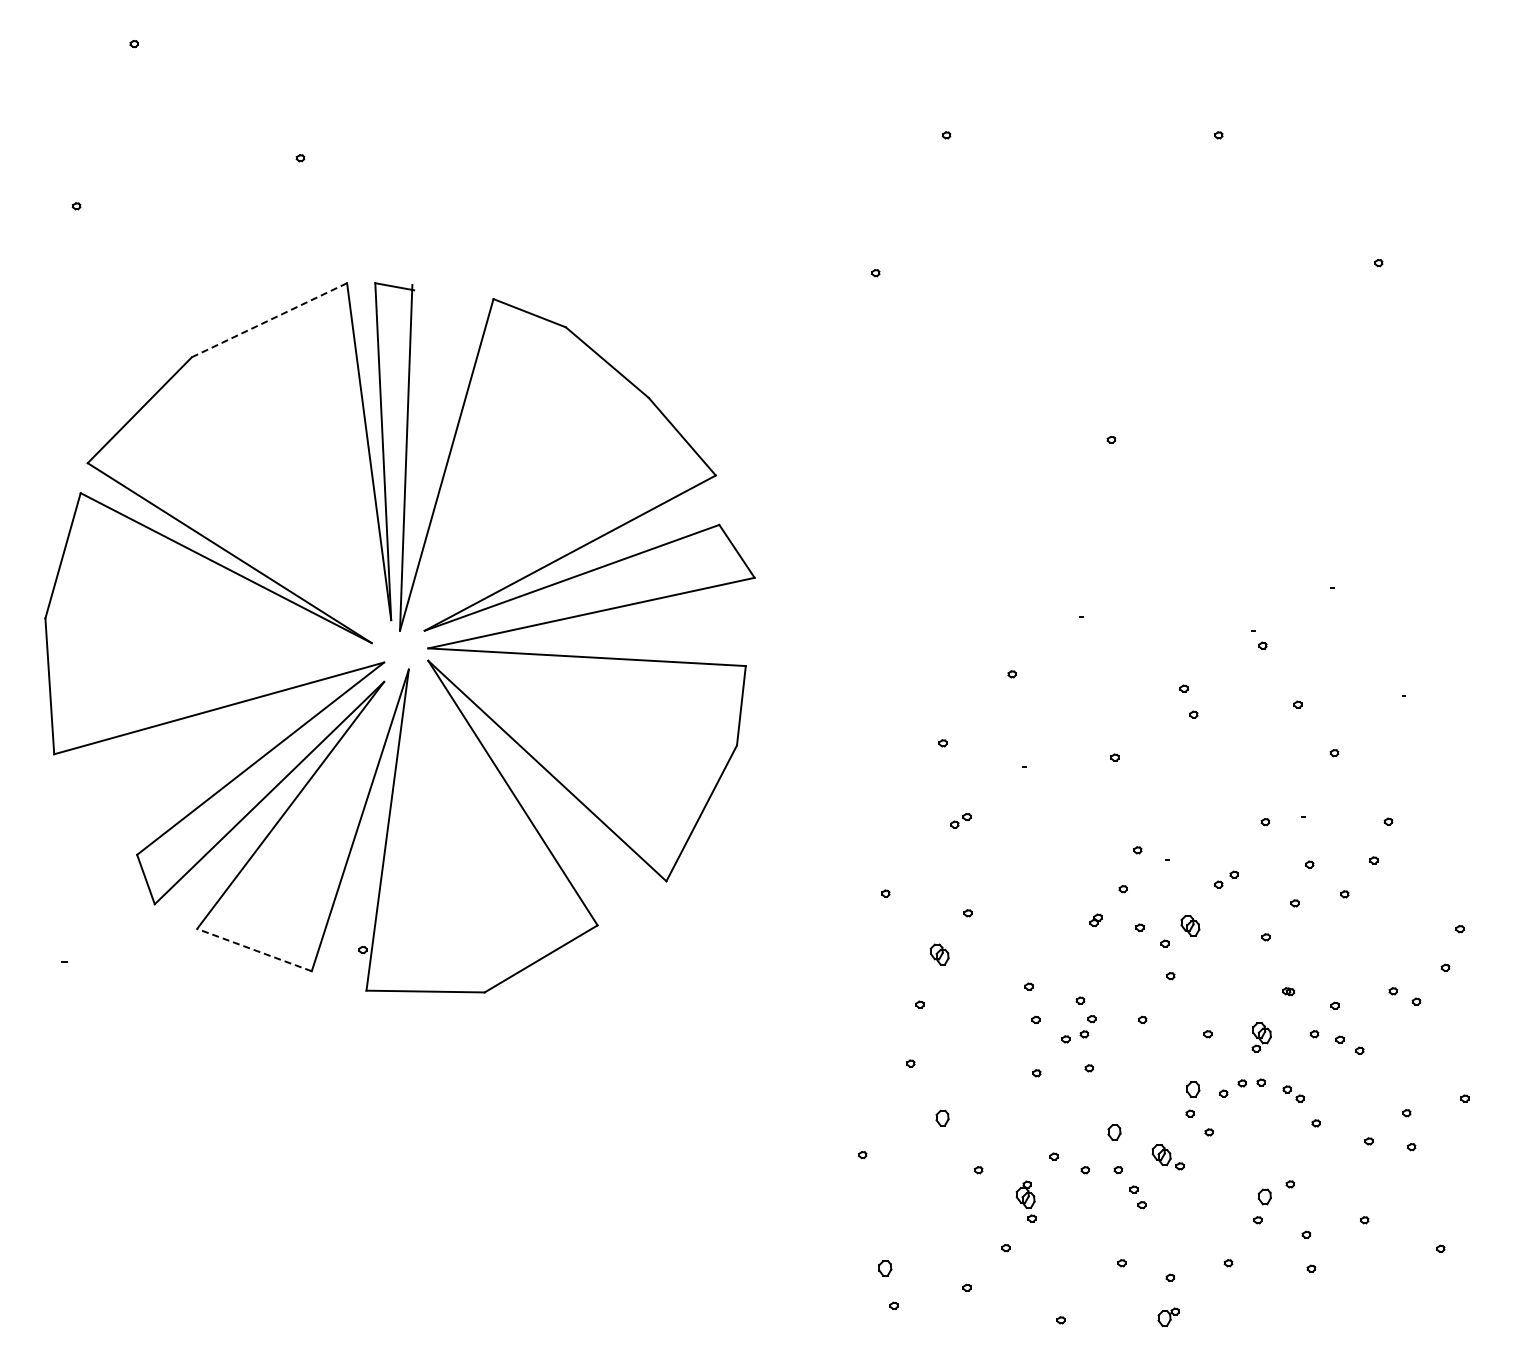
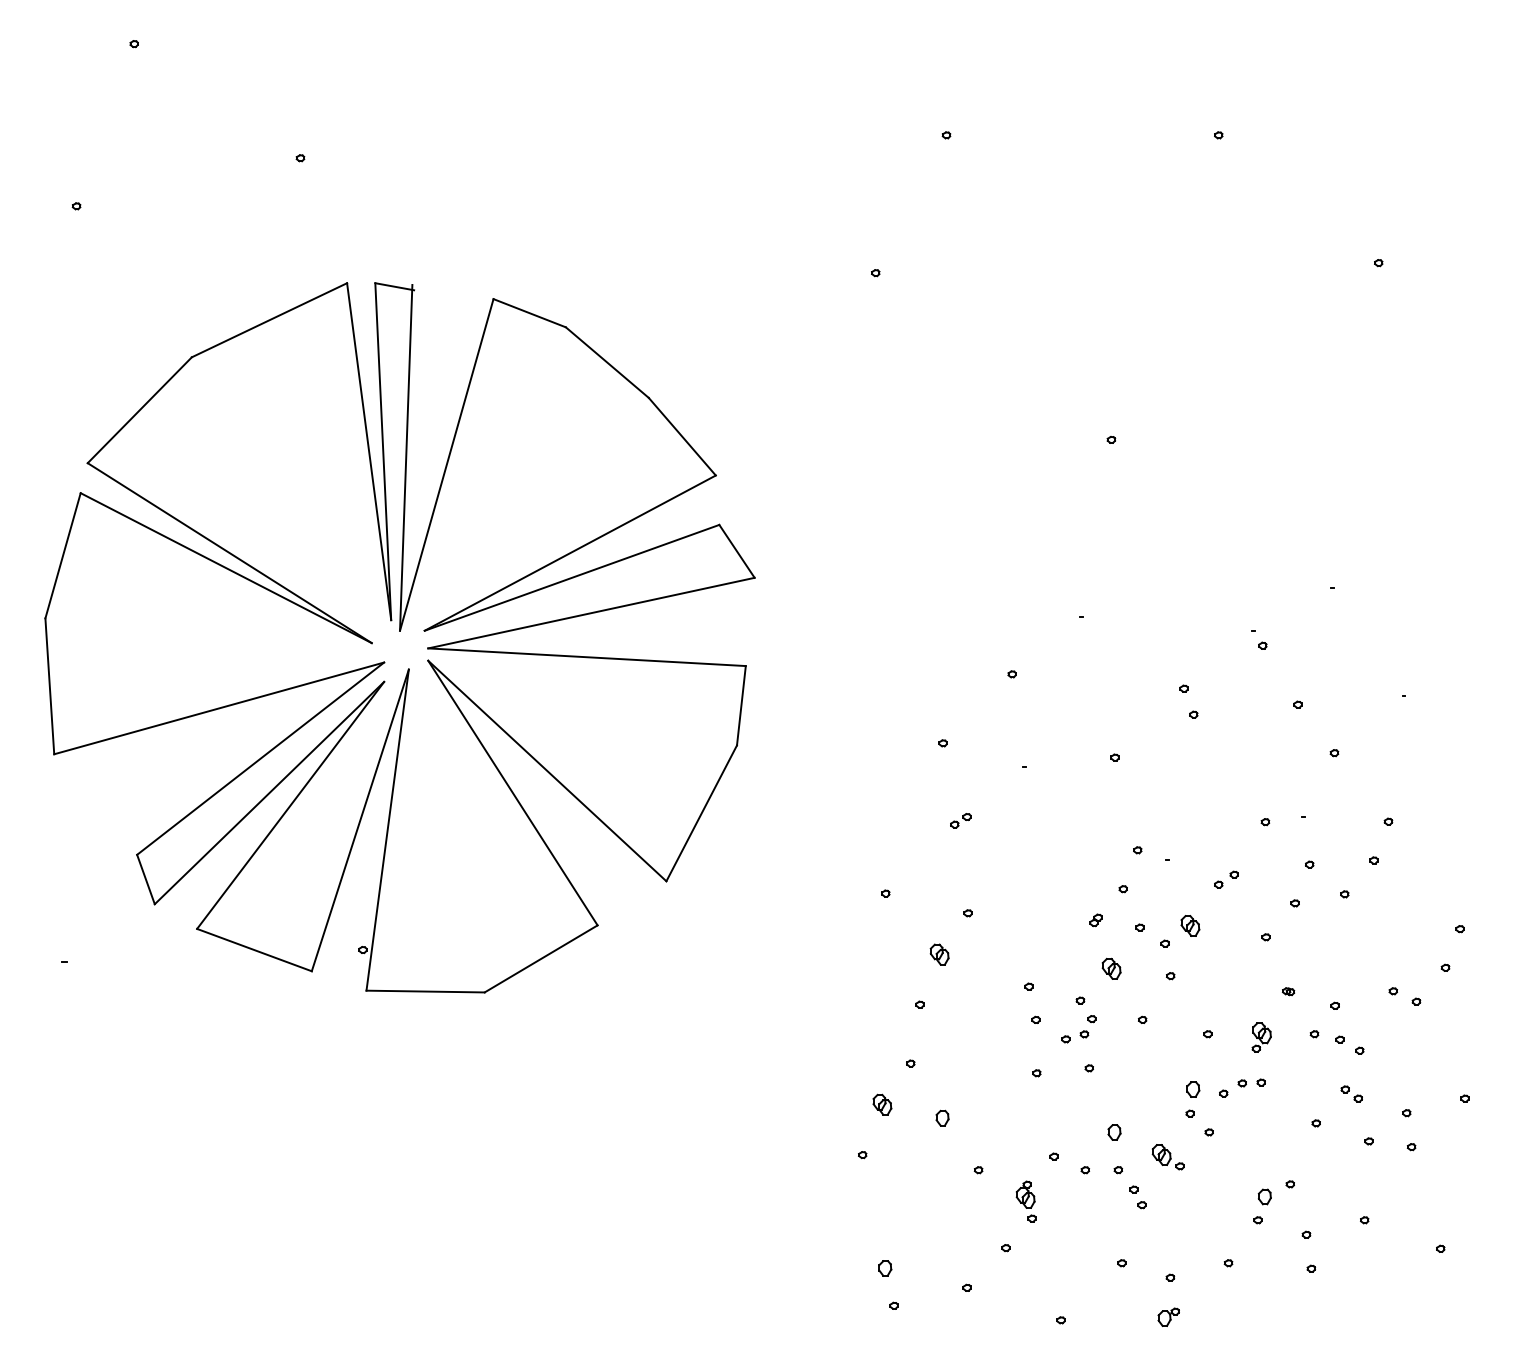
line at (269, 320): dashed -> solid
line at (254, 949): dashed -> solid
part at (1111, 968): none -> present
part at (1293, 1093) position: (1293, 1093) -> (1351, 1093)
part at (882, 1104): none -> present
